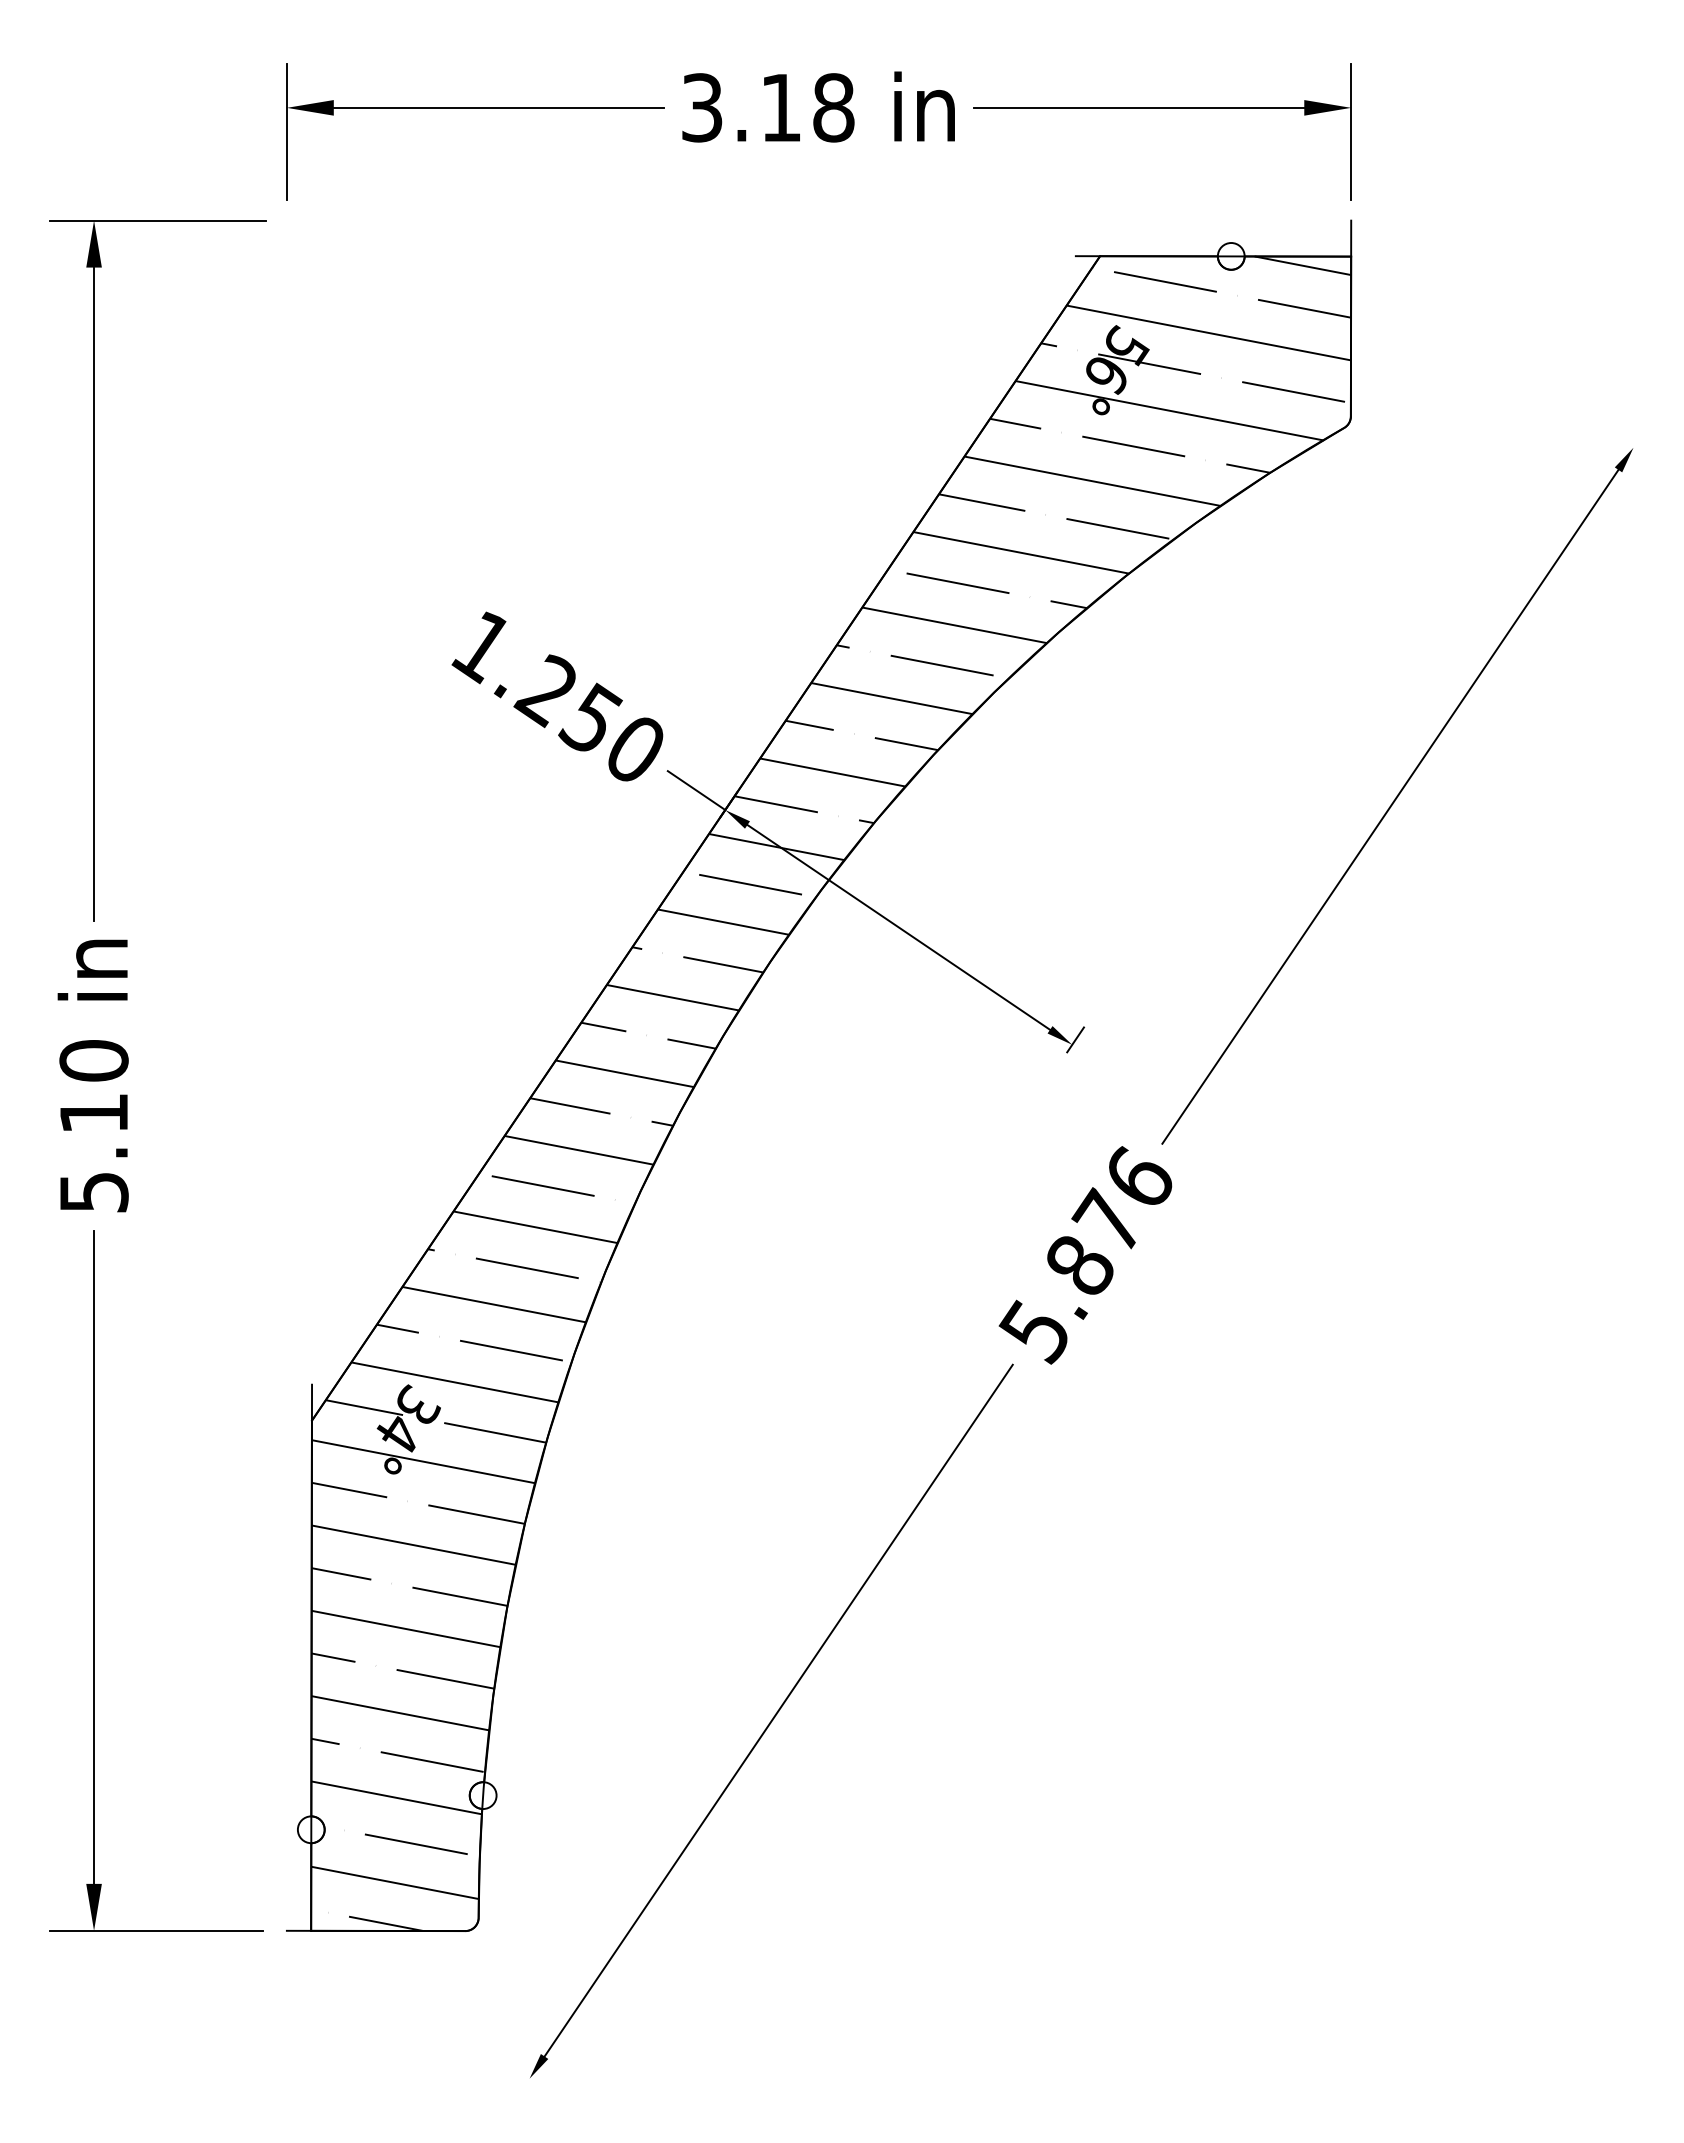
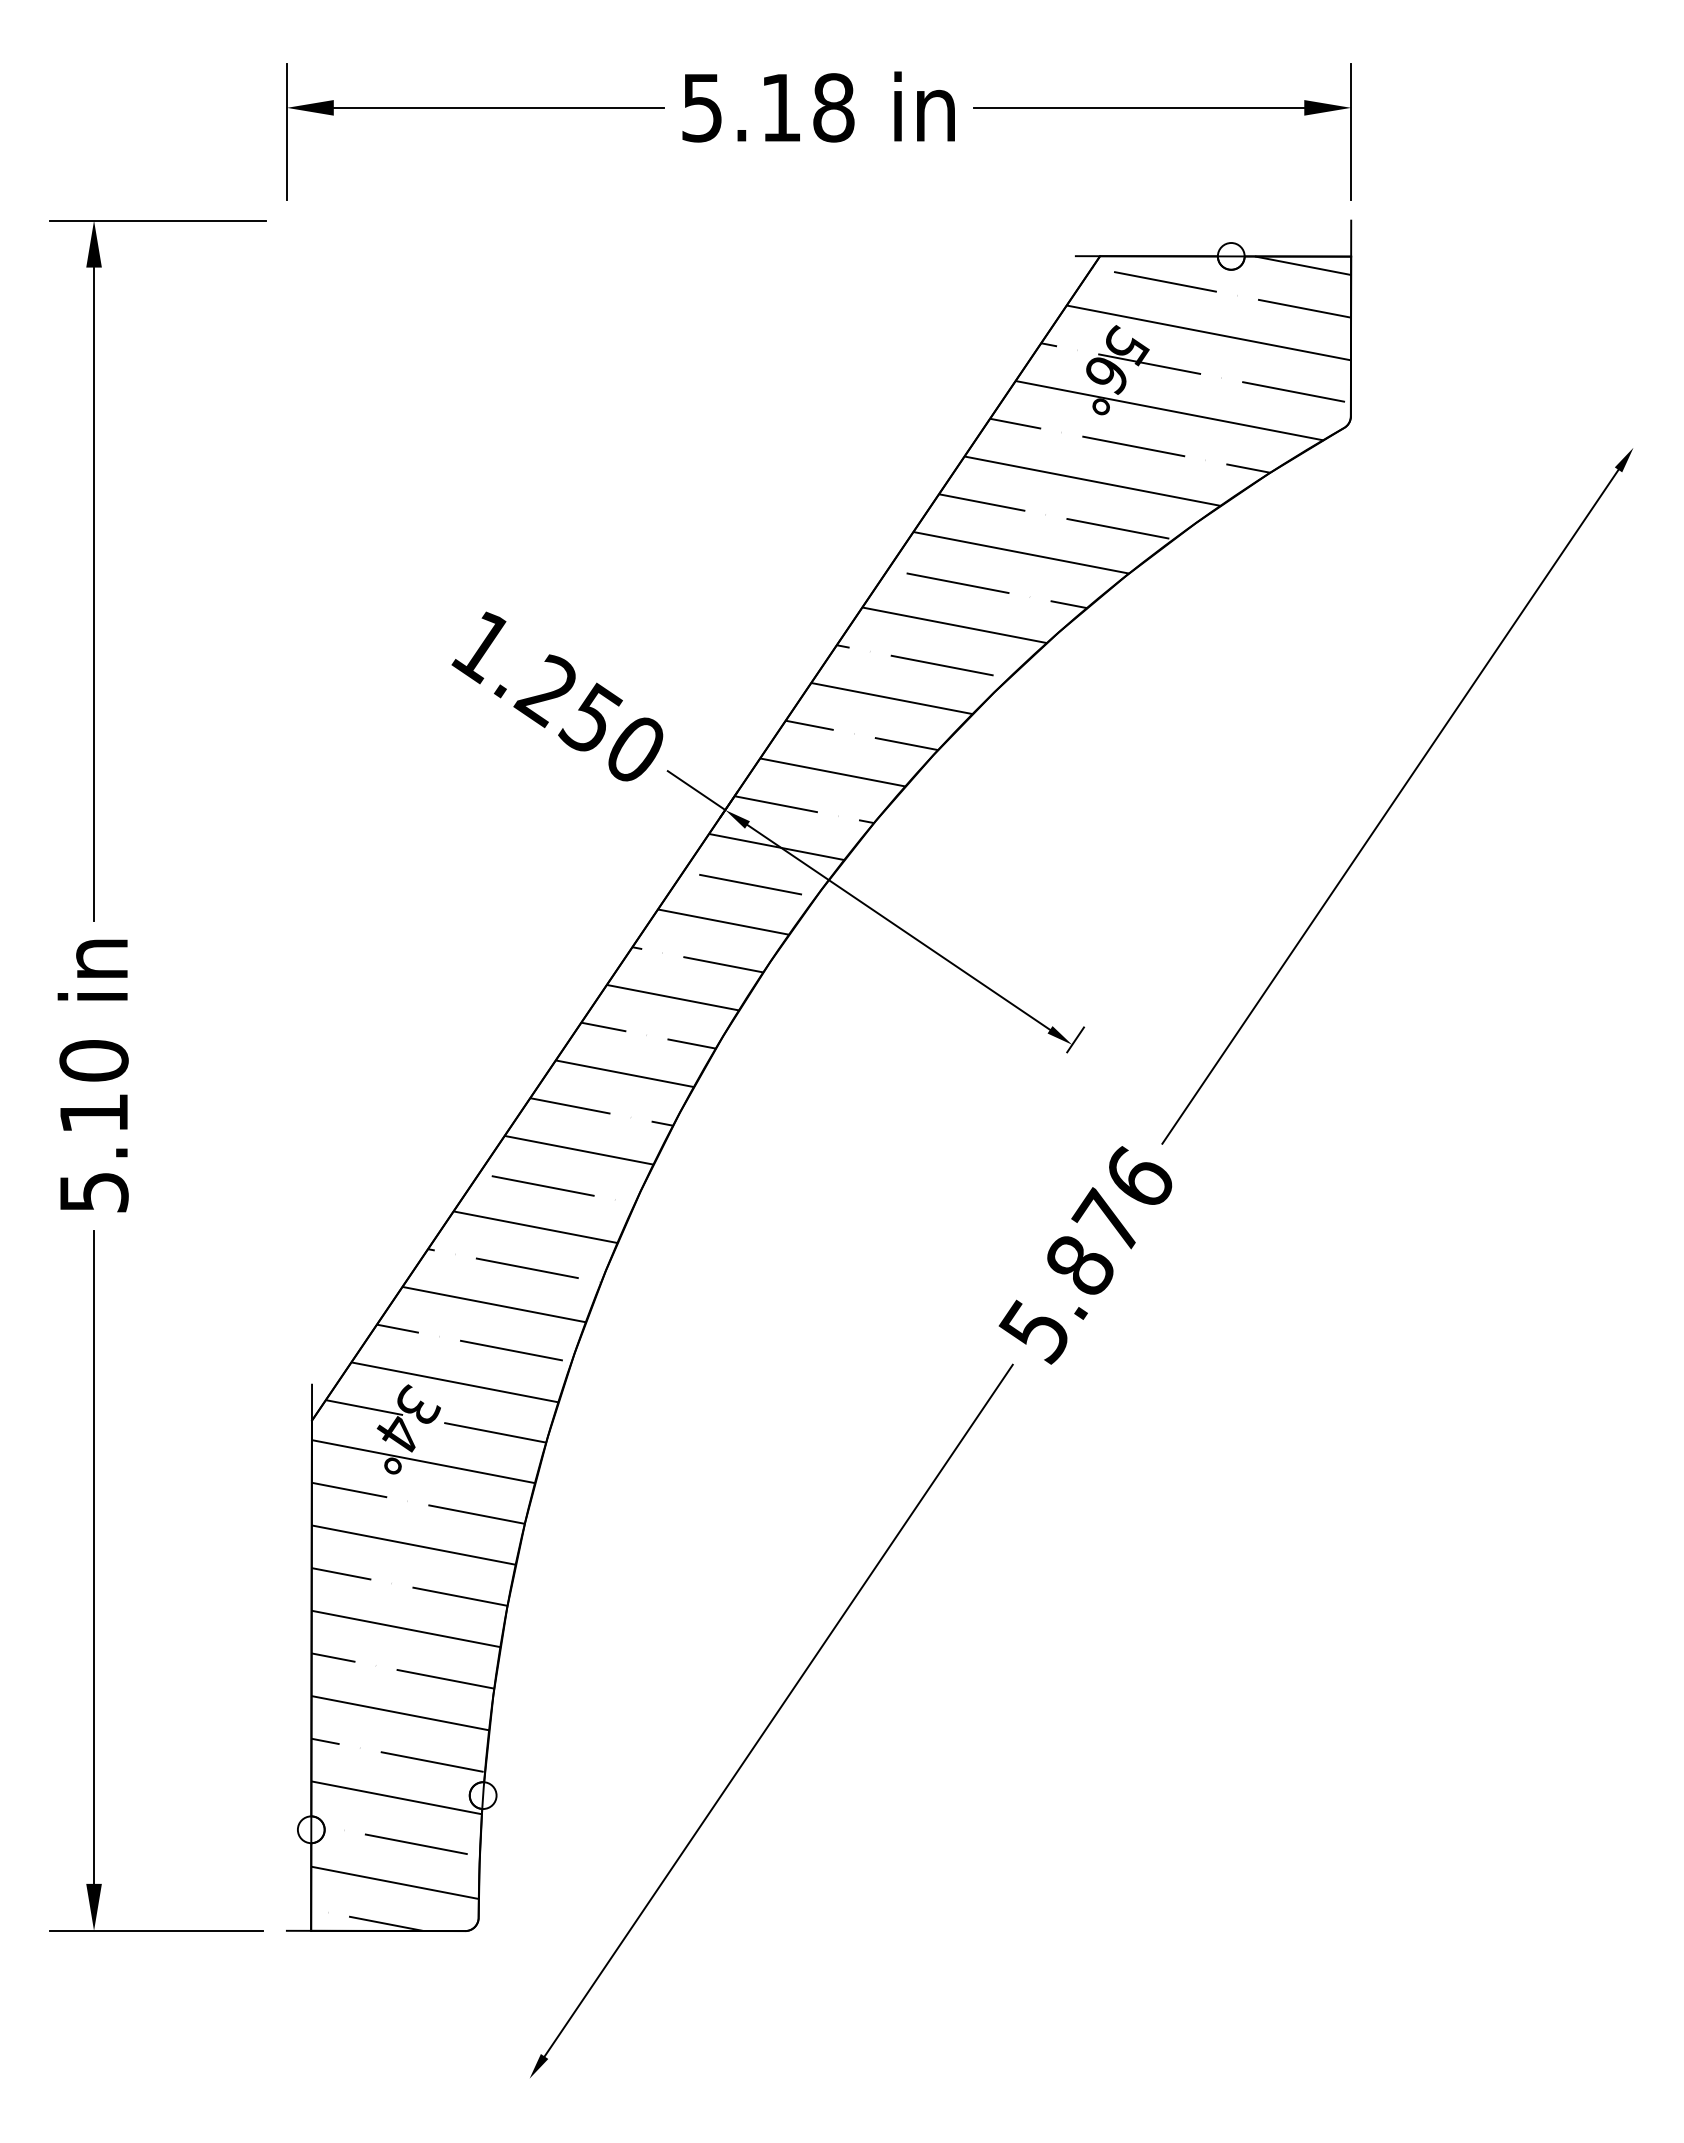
text at (702, 107): 3.18 -> 5.18
